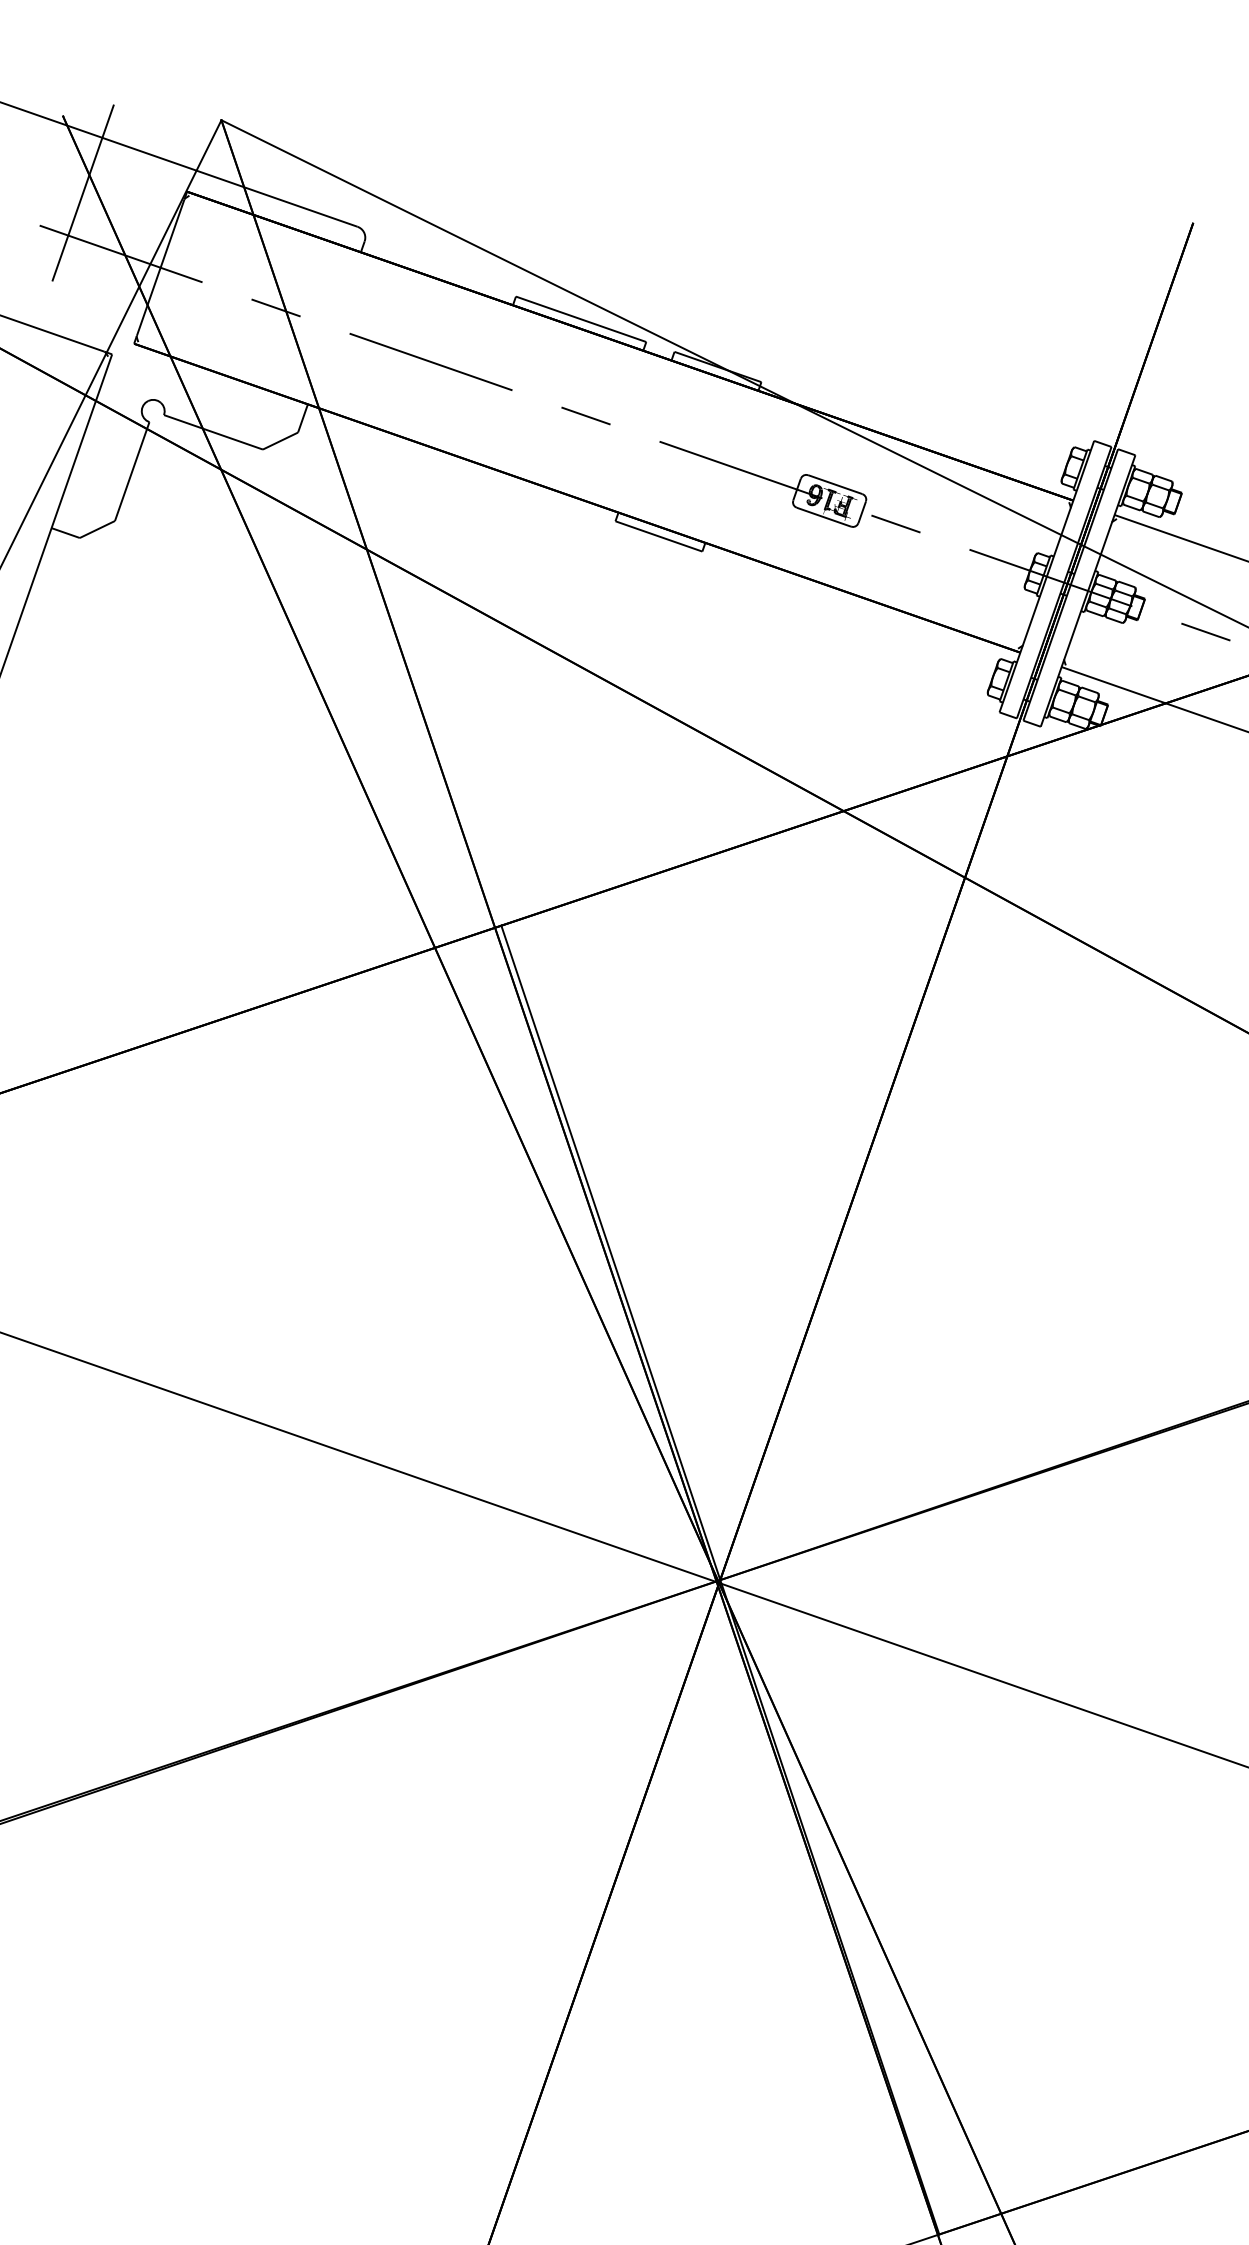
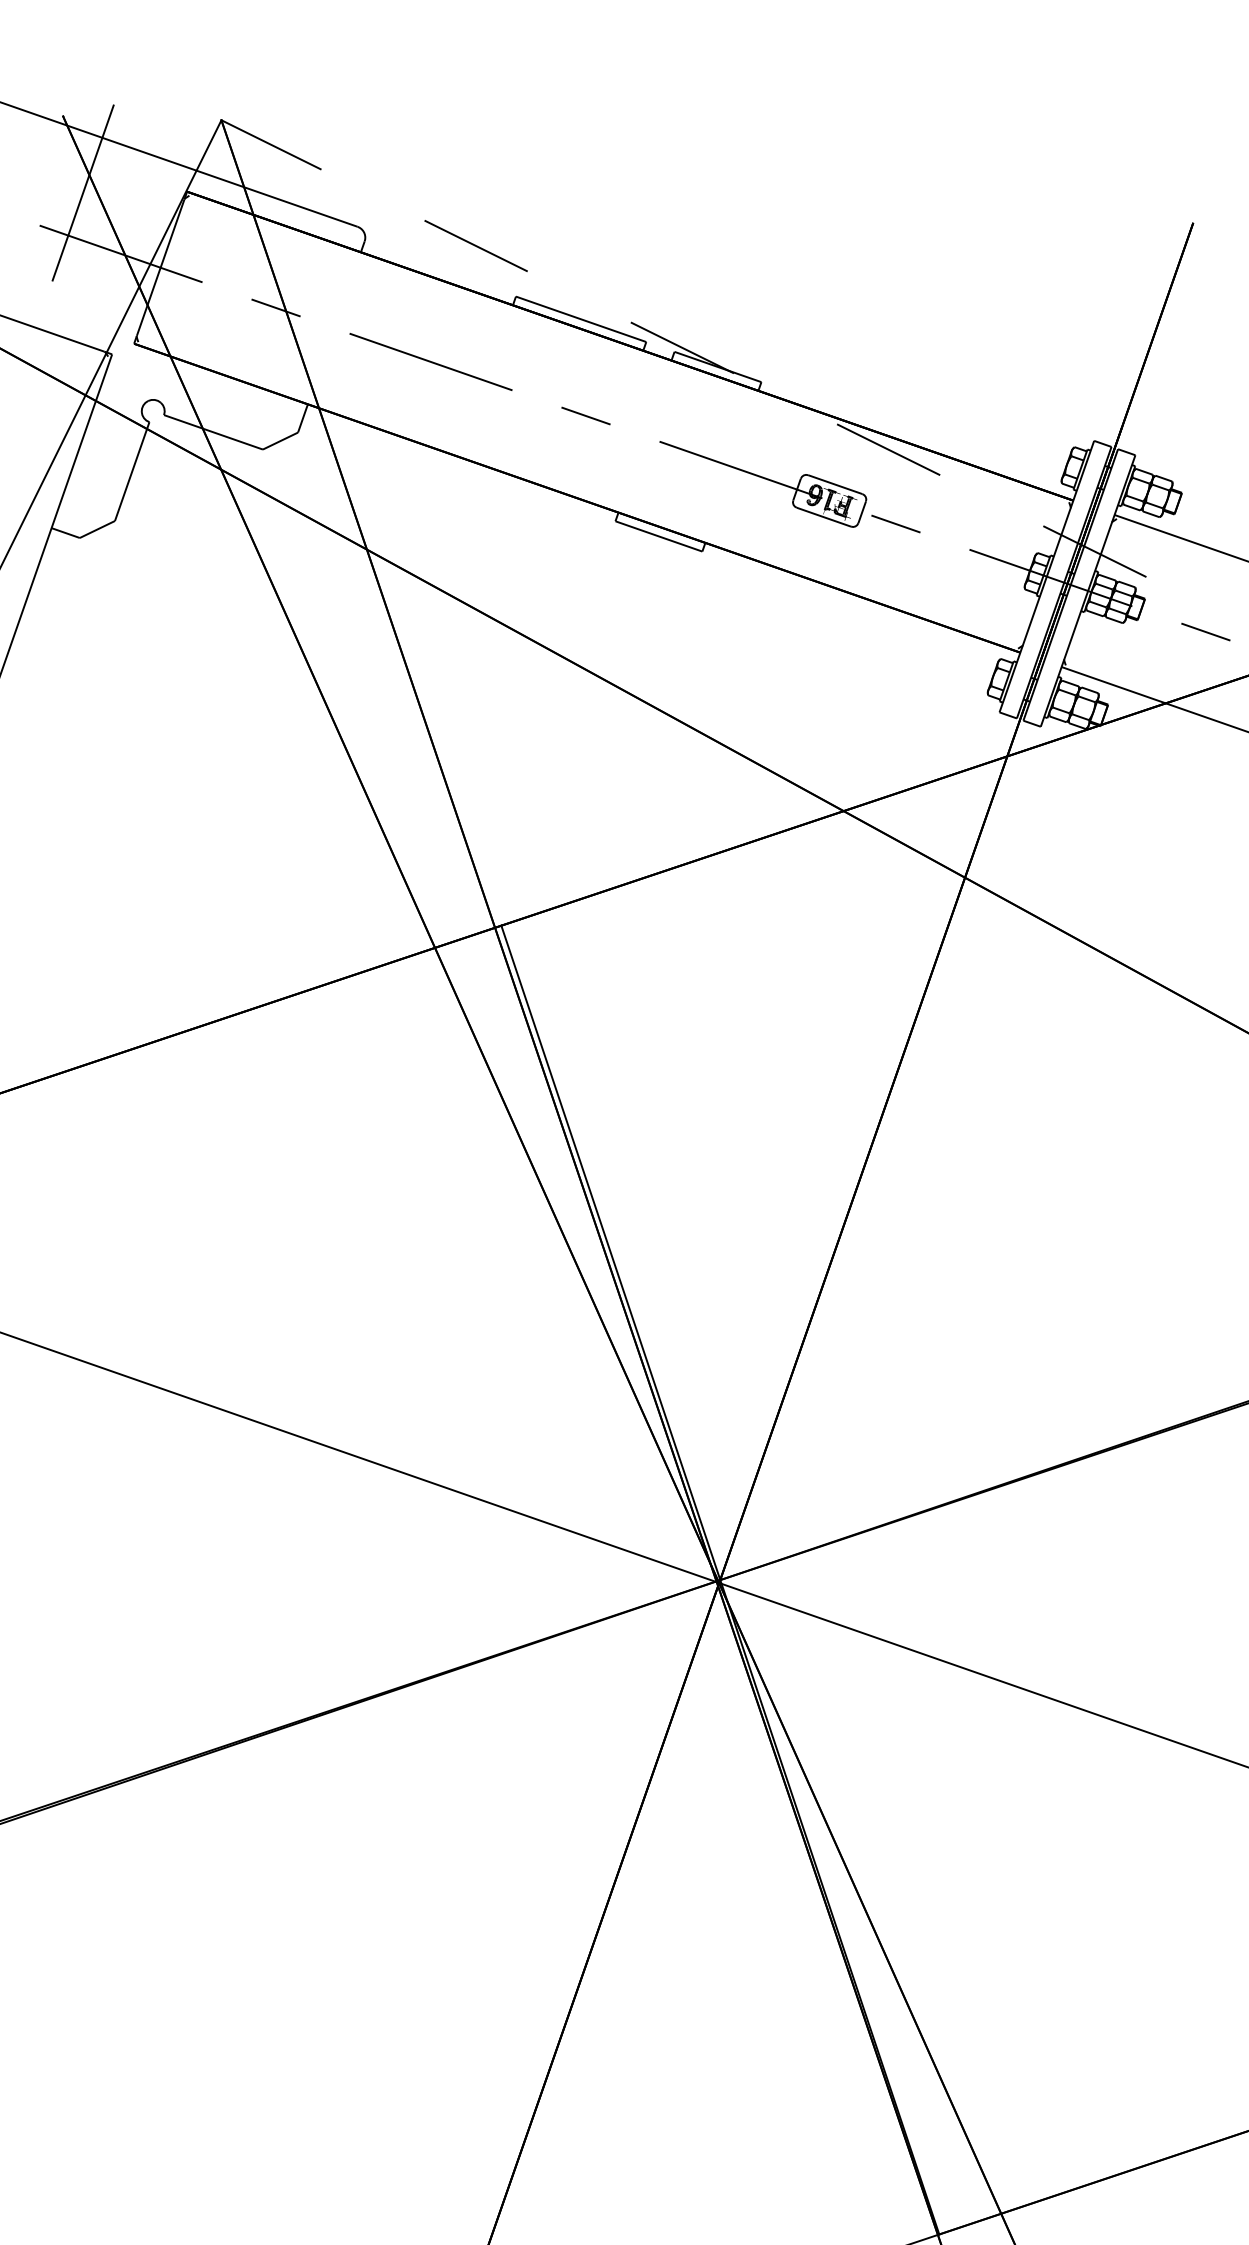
line at (735, 373): solid -> dashed
